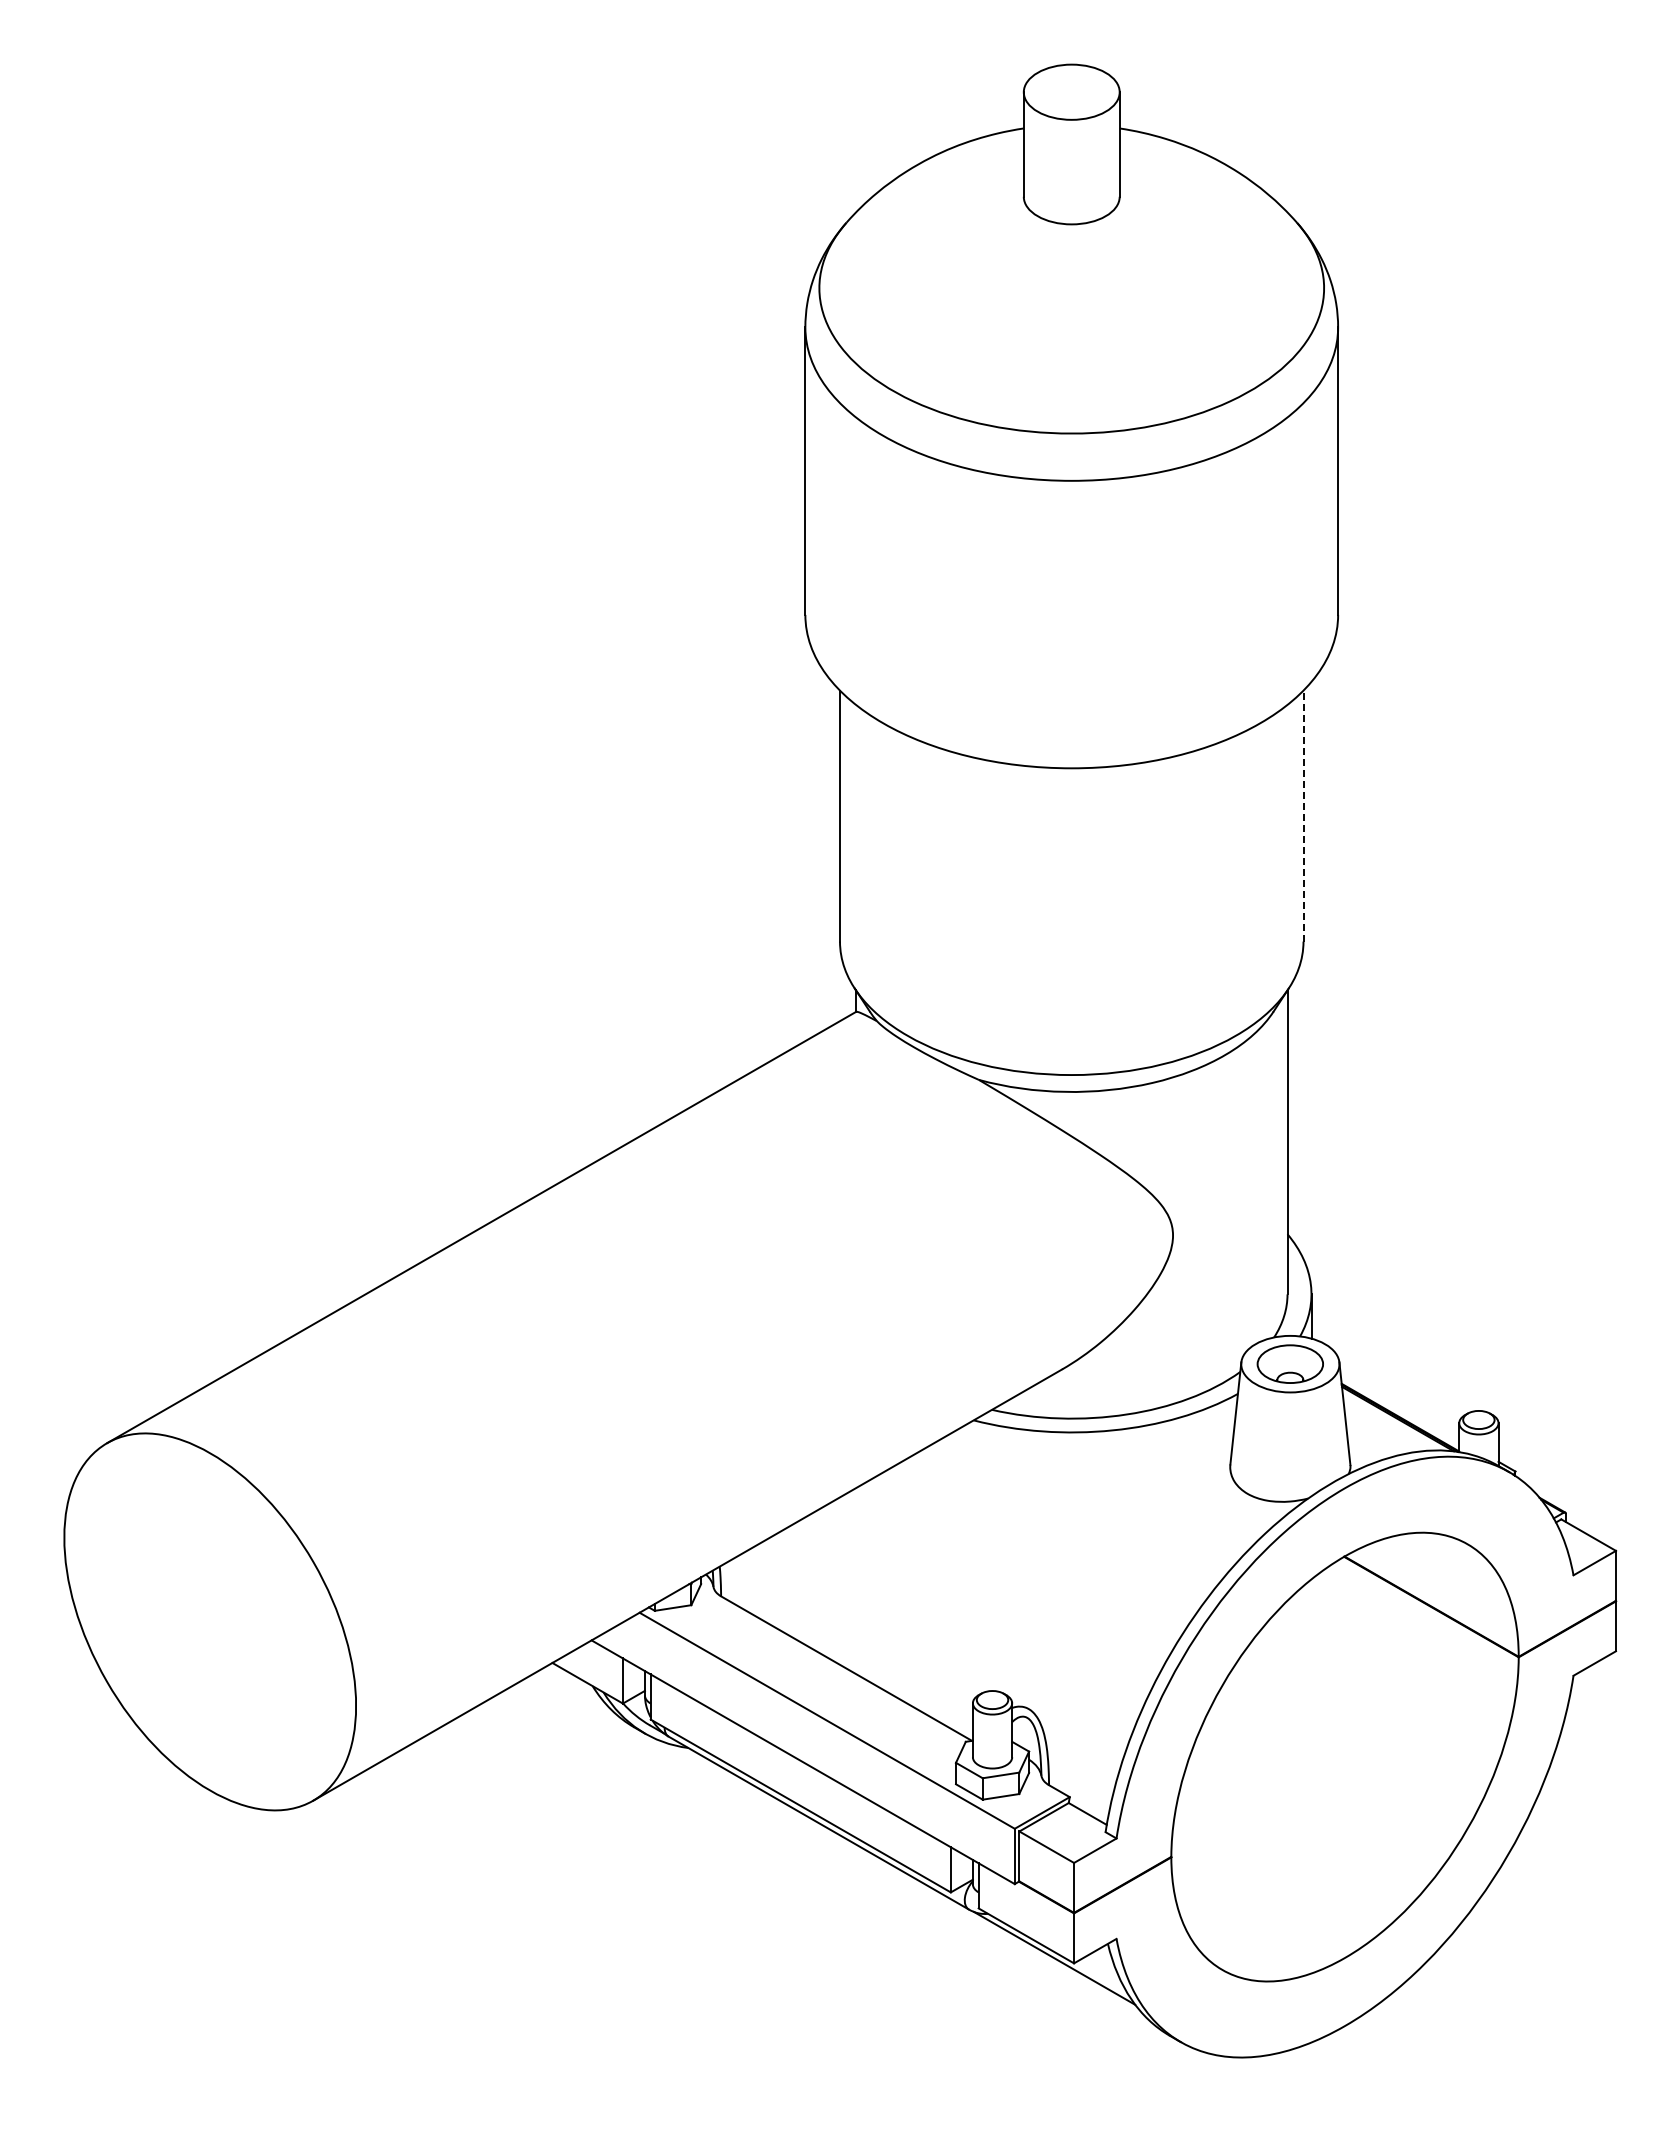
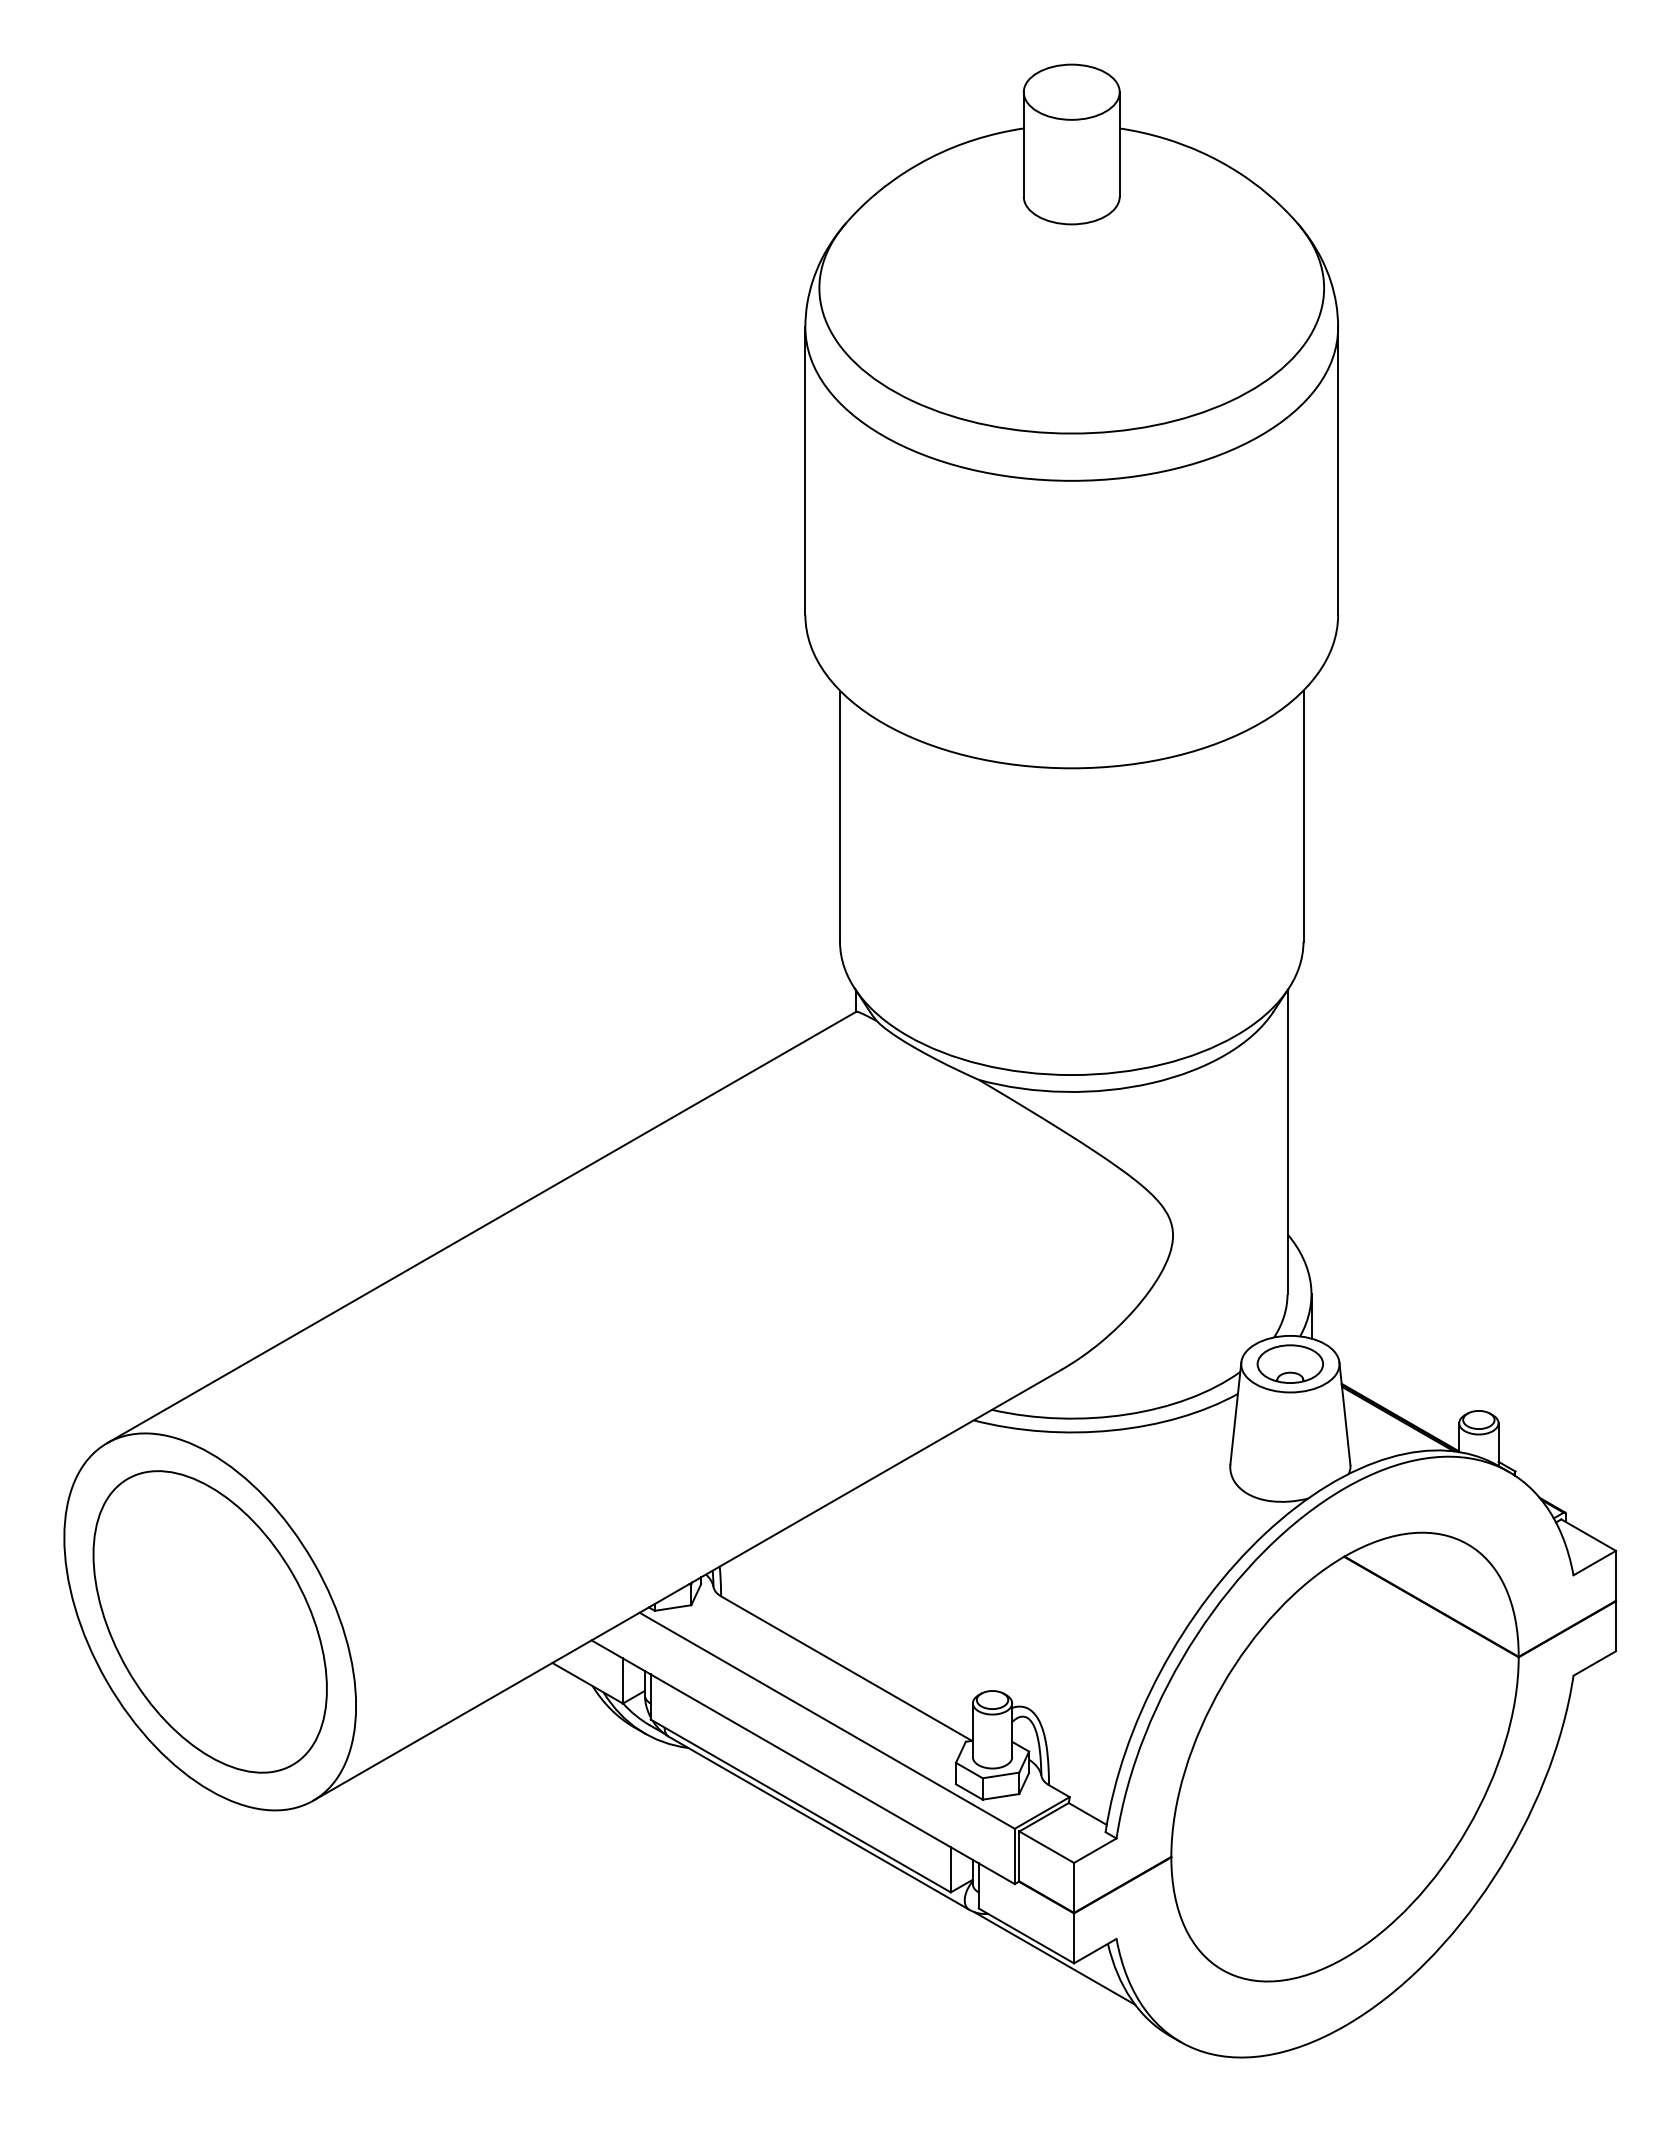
line at (1303, 816): dashed -> solid
part at (209, 1621): none -> present
